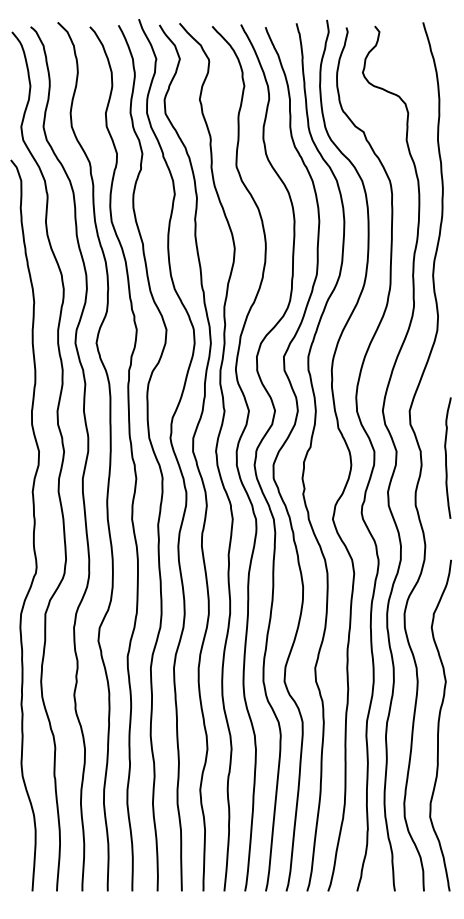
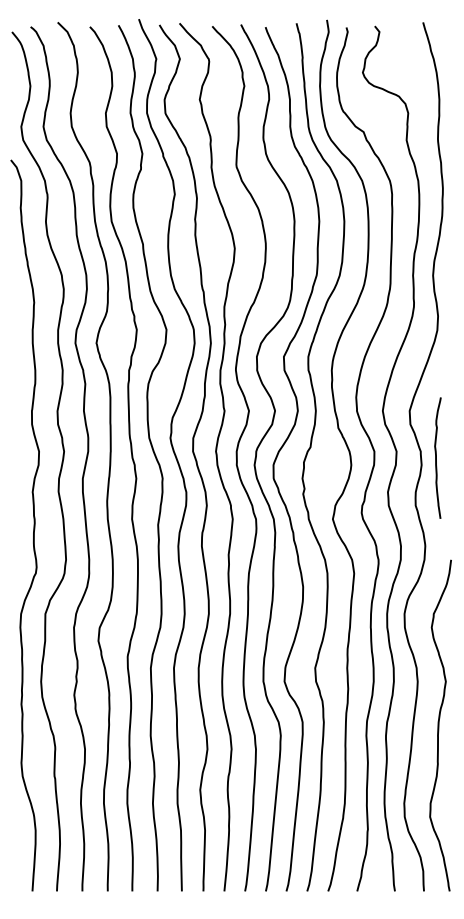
curve at (446, 457) position: (446, 457) -> (436, 457)
